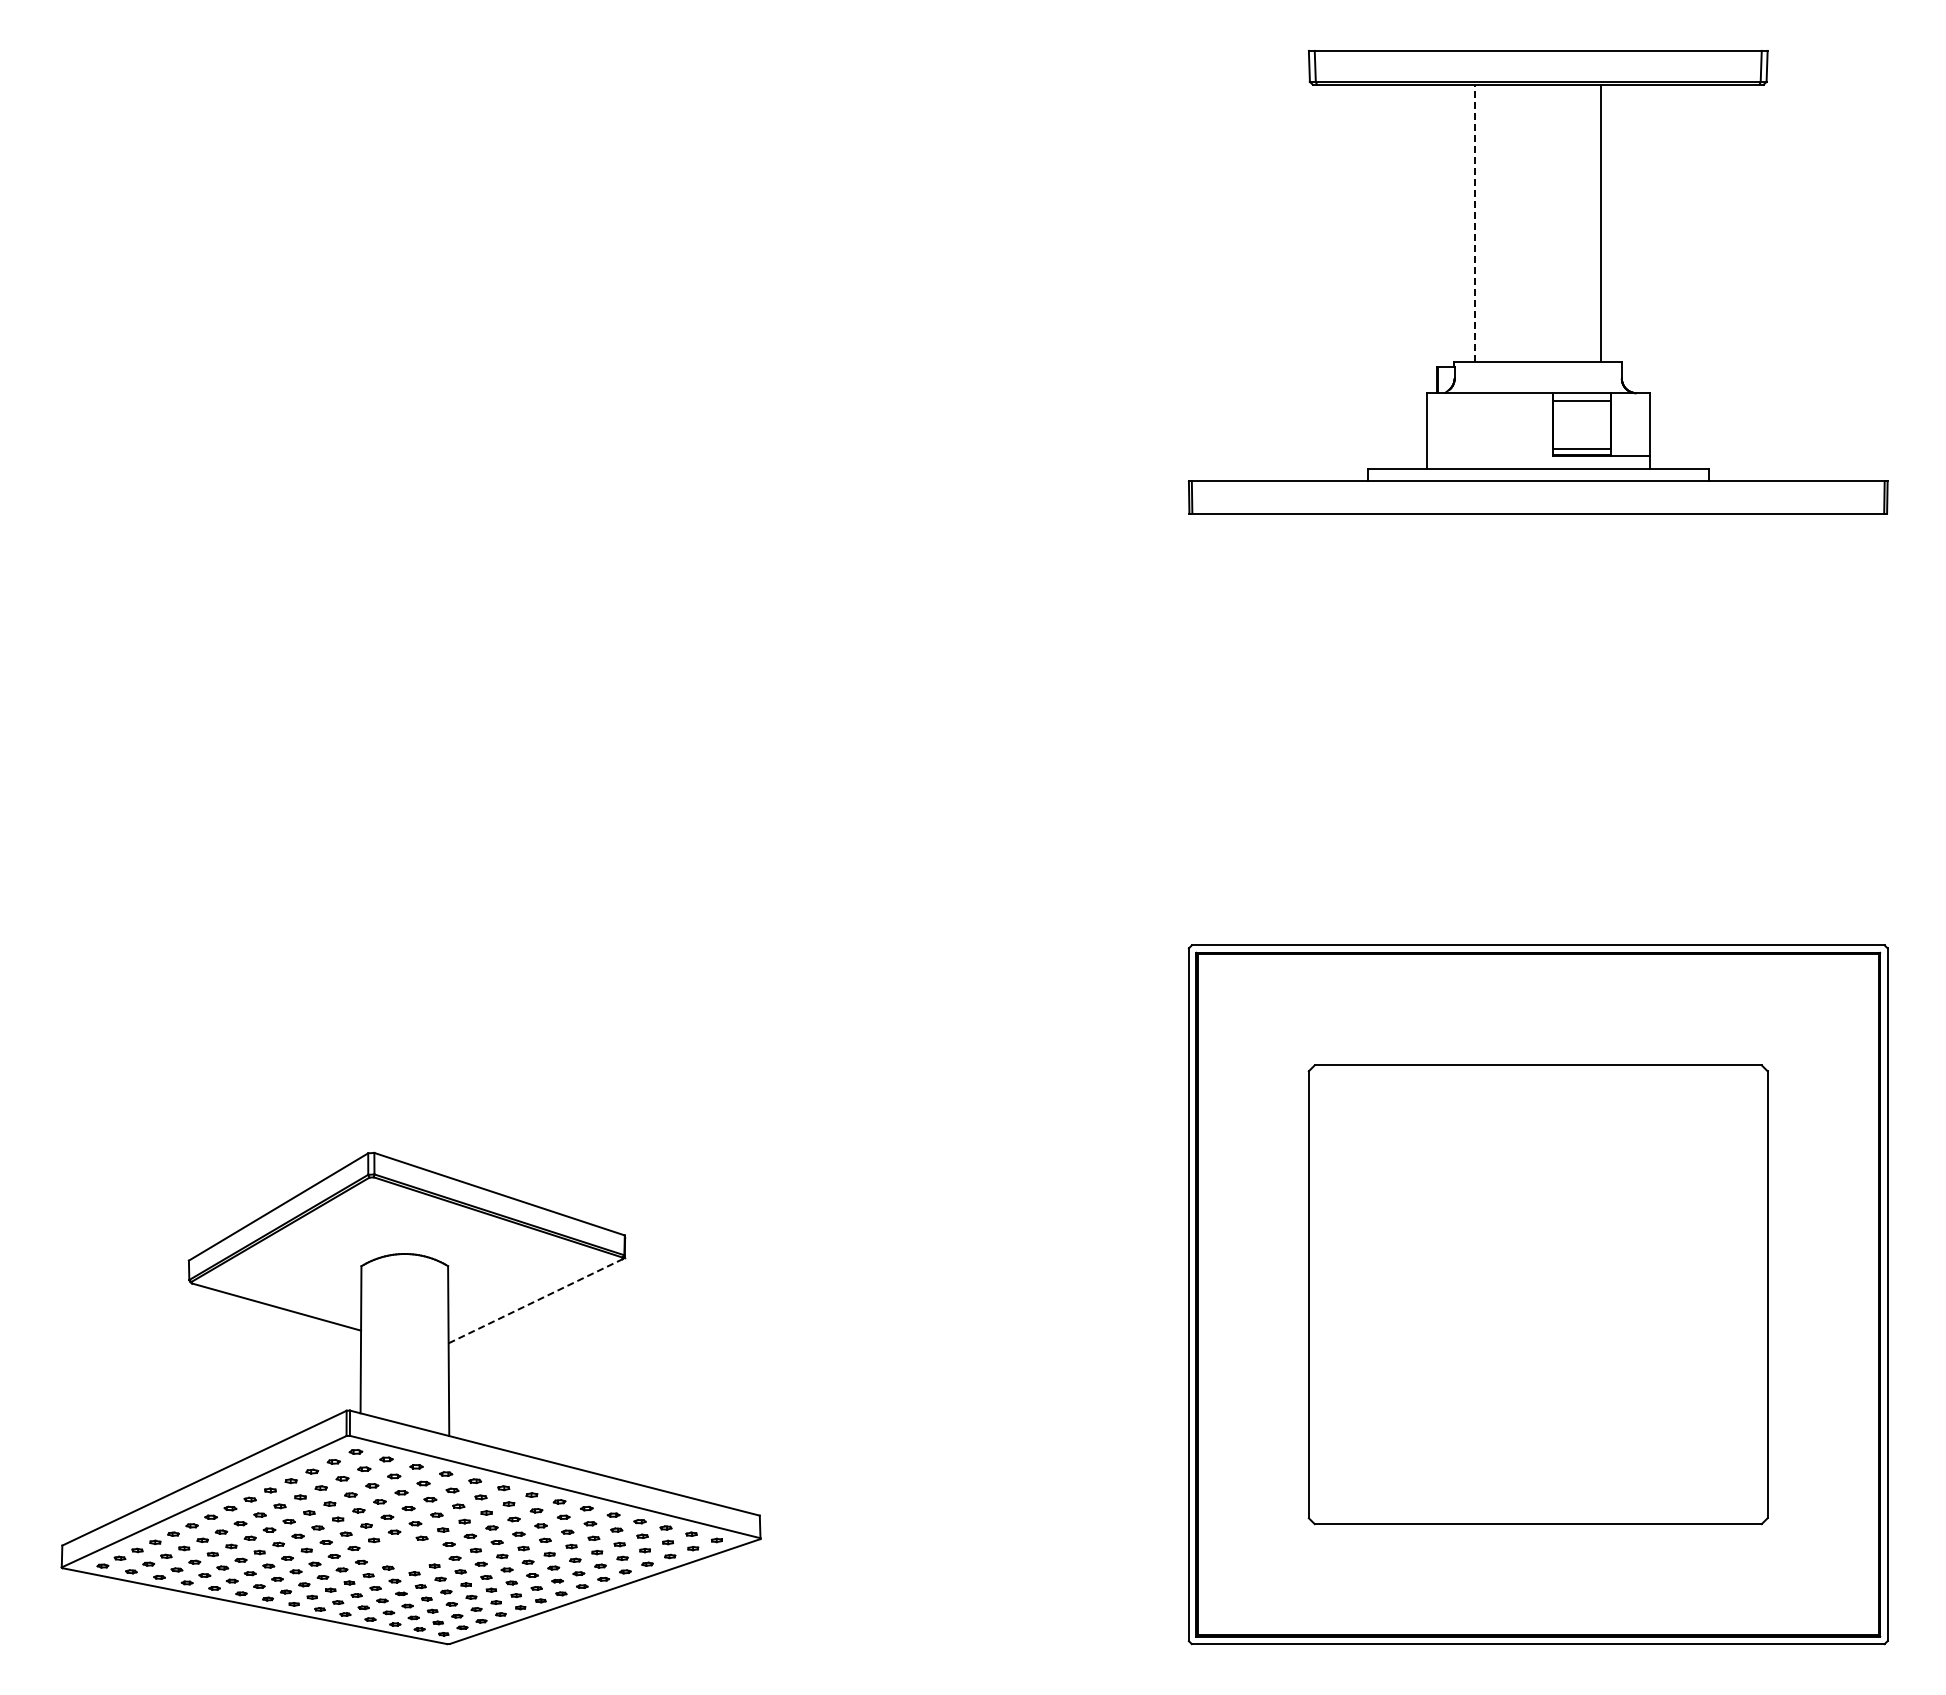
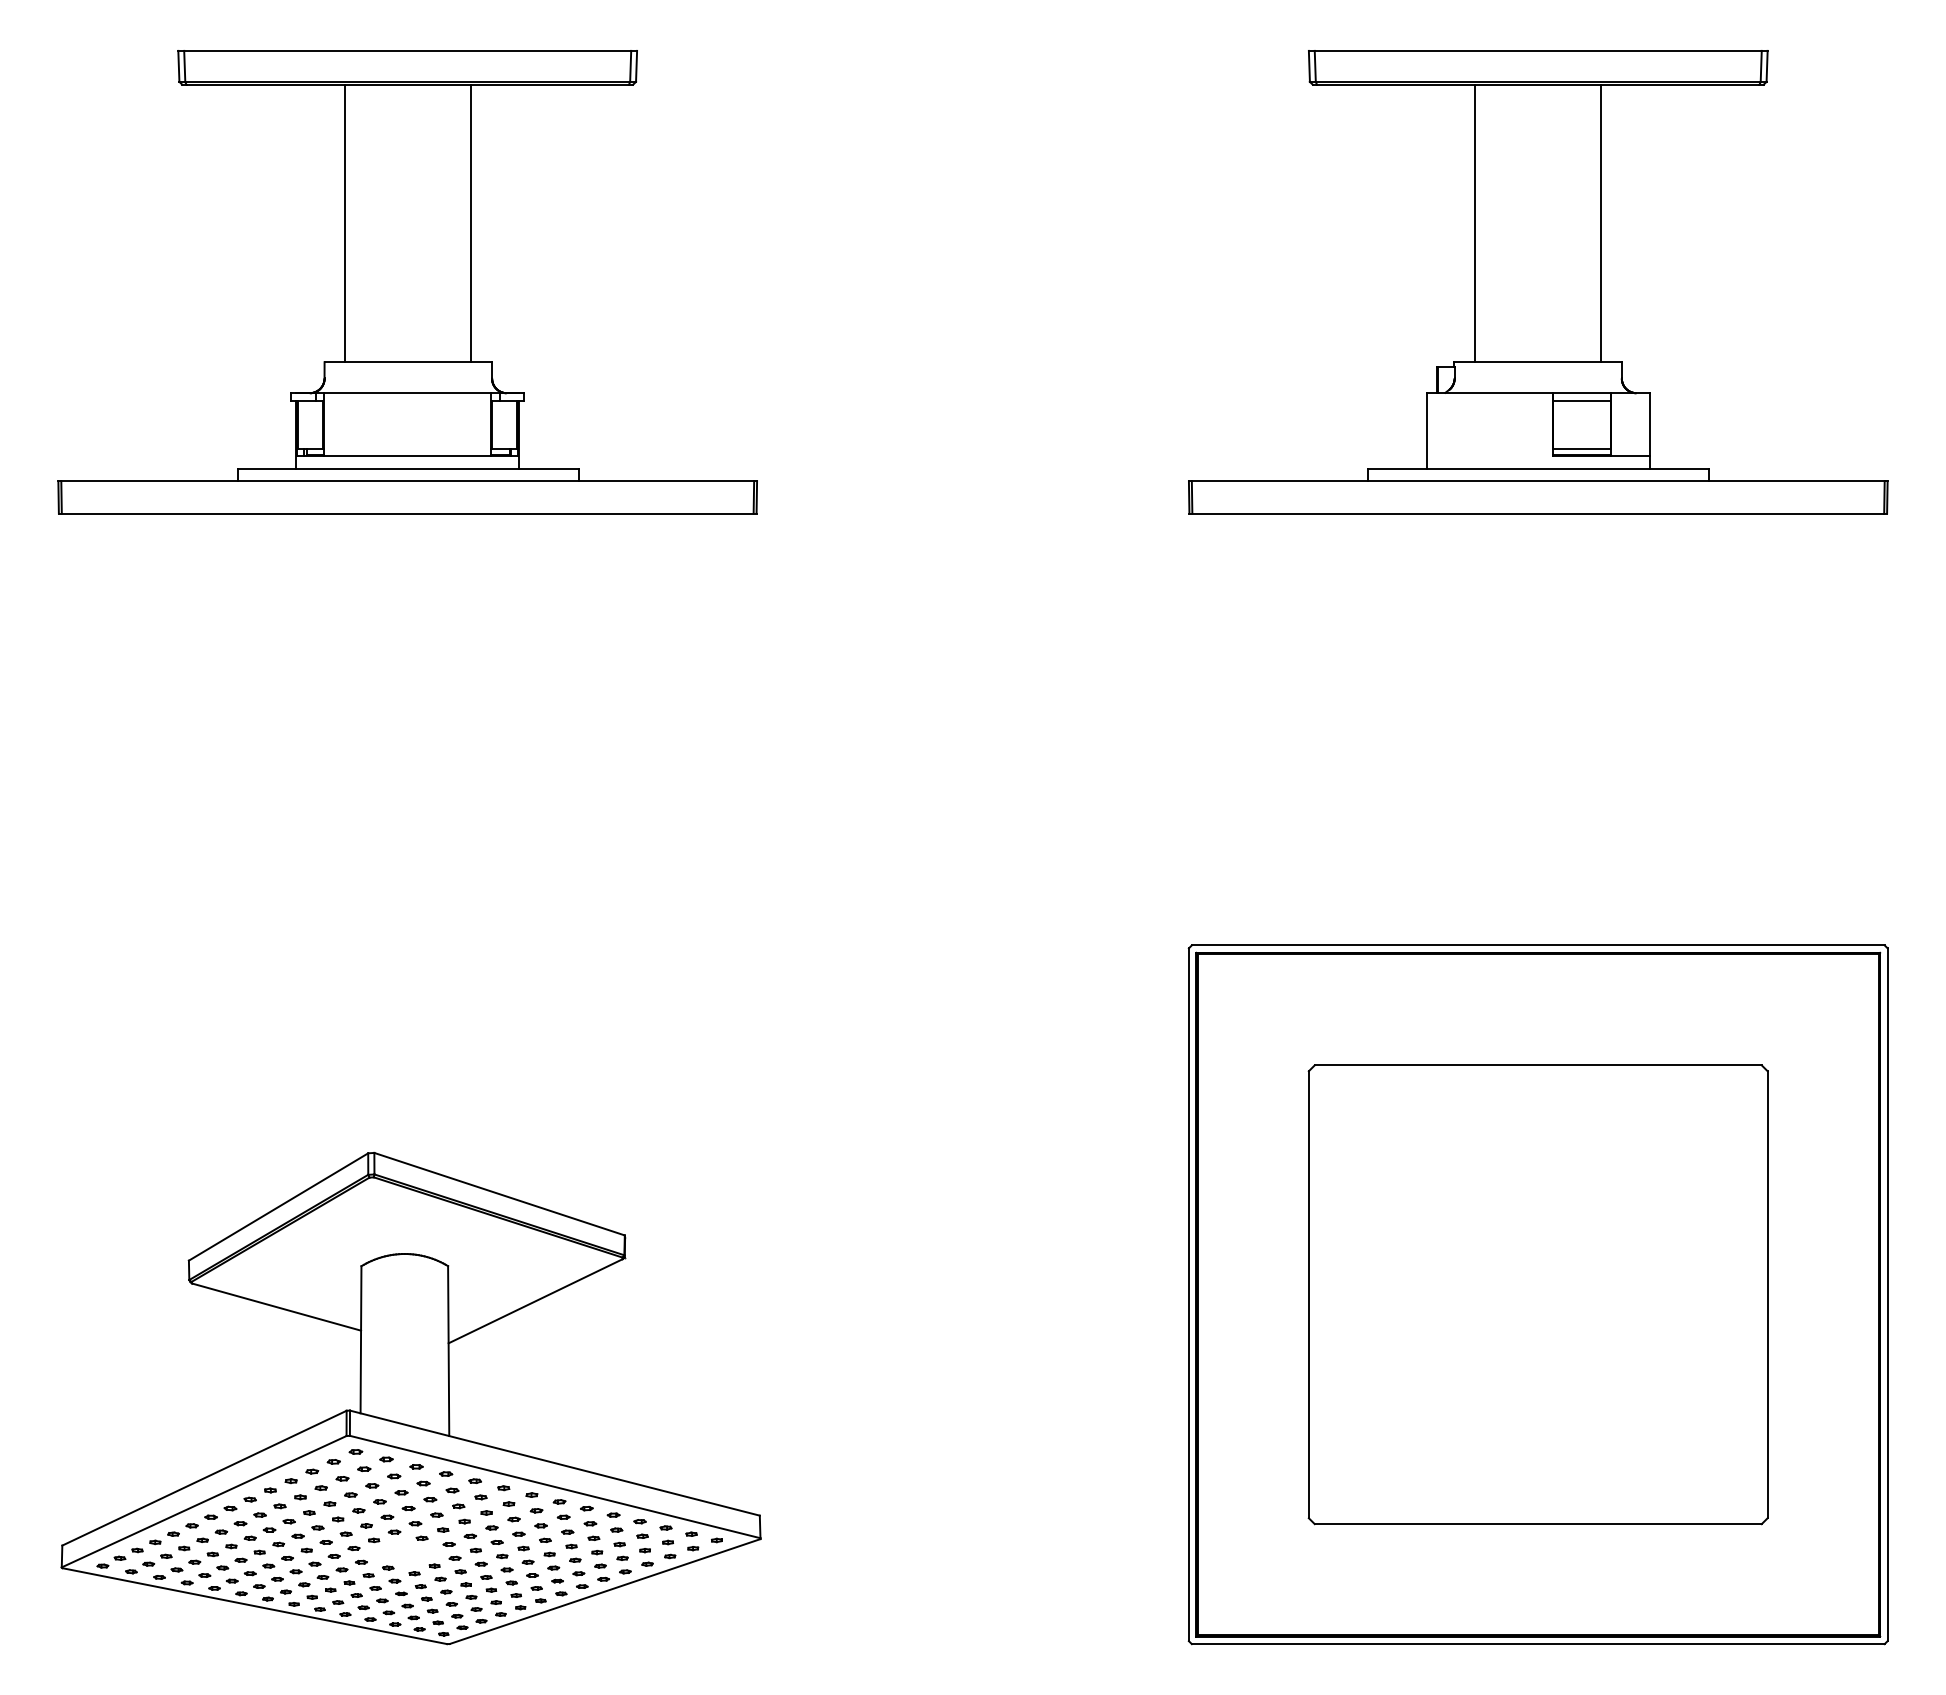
line at (1475, 223): dashed -> solid
part at (407, 282): none -> present
line at (535, 1301): dashed -> solid
